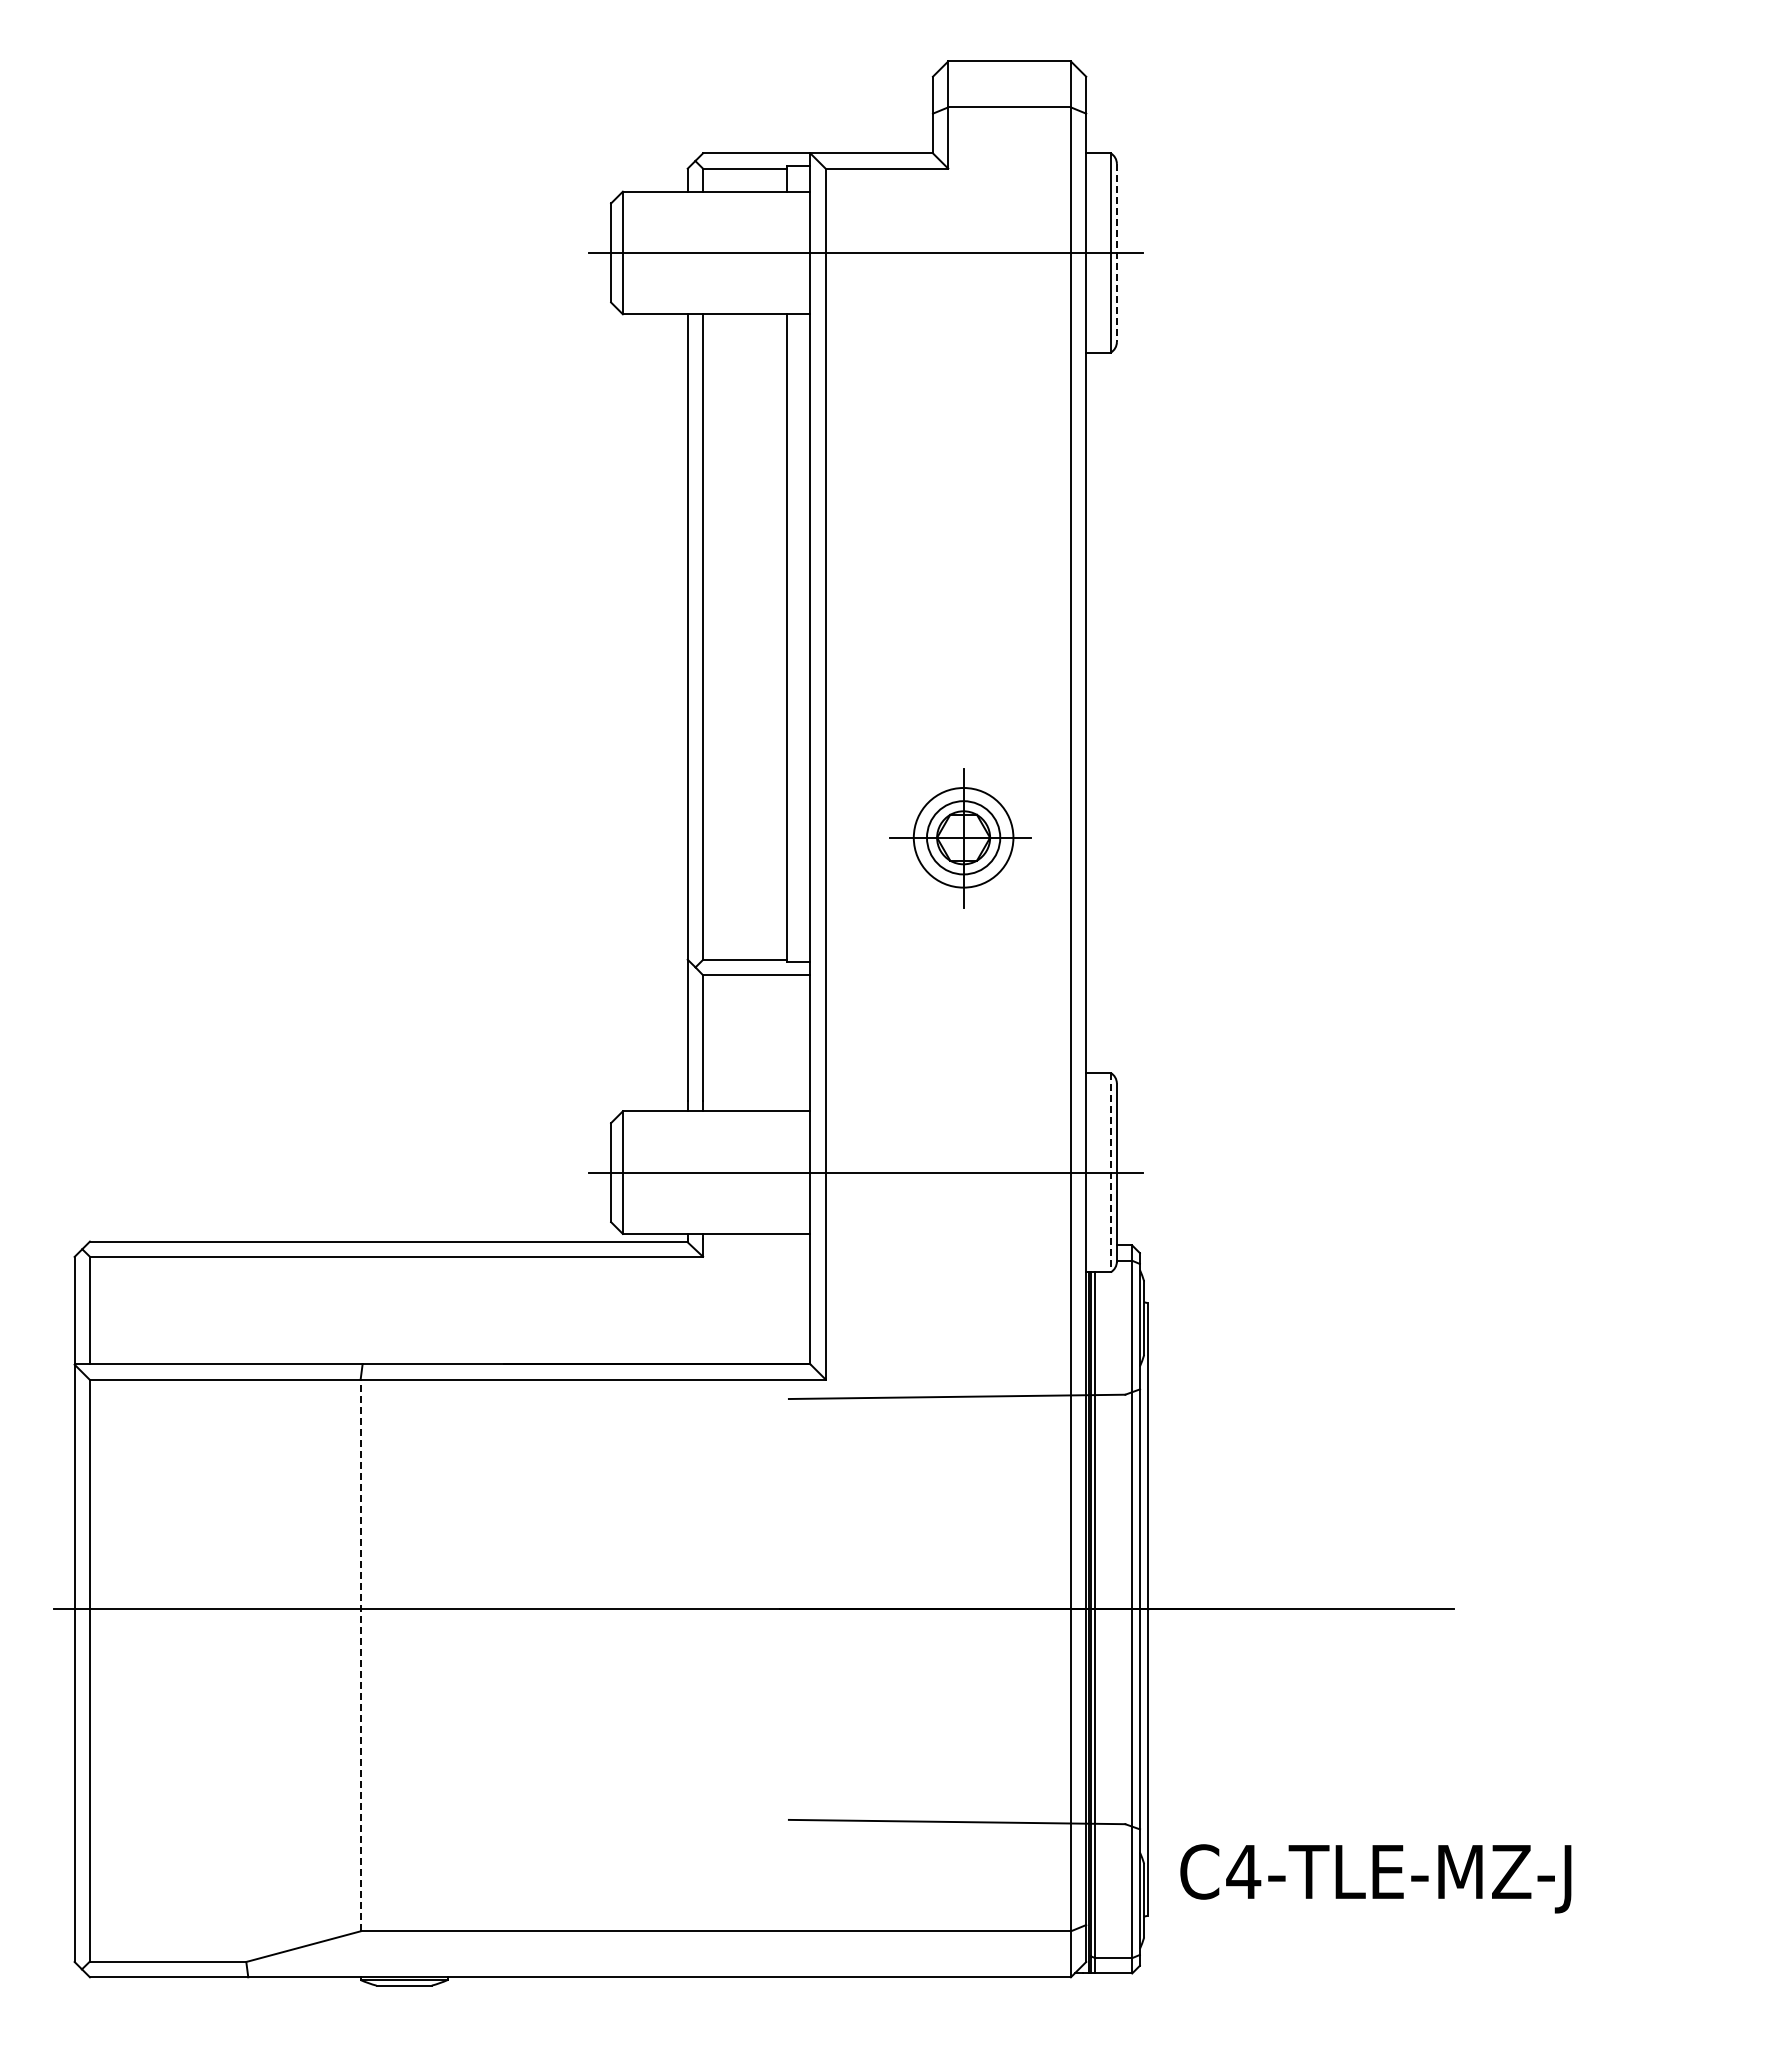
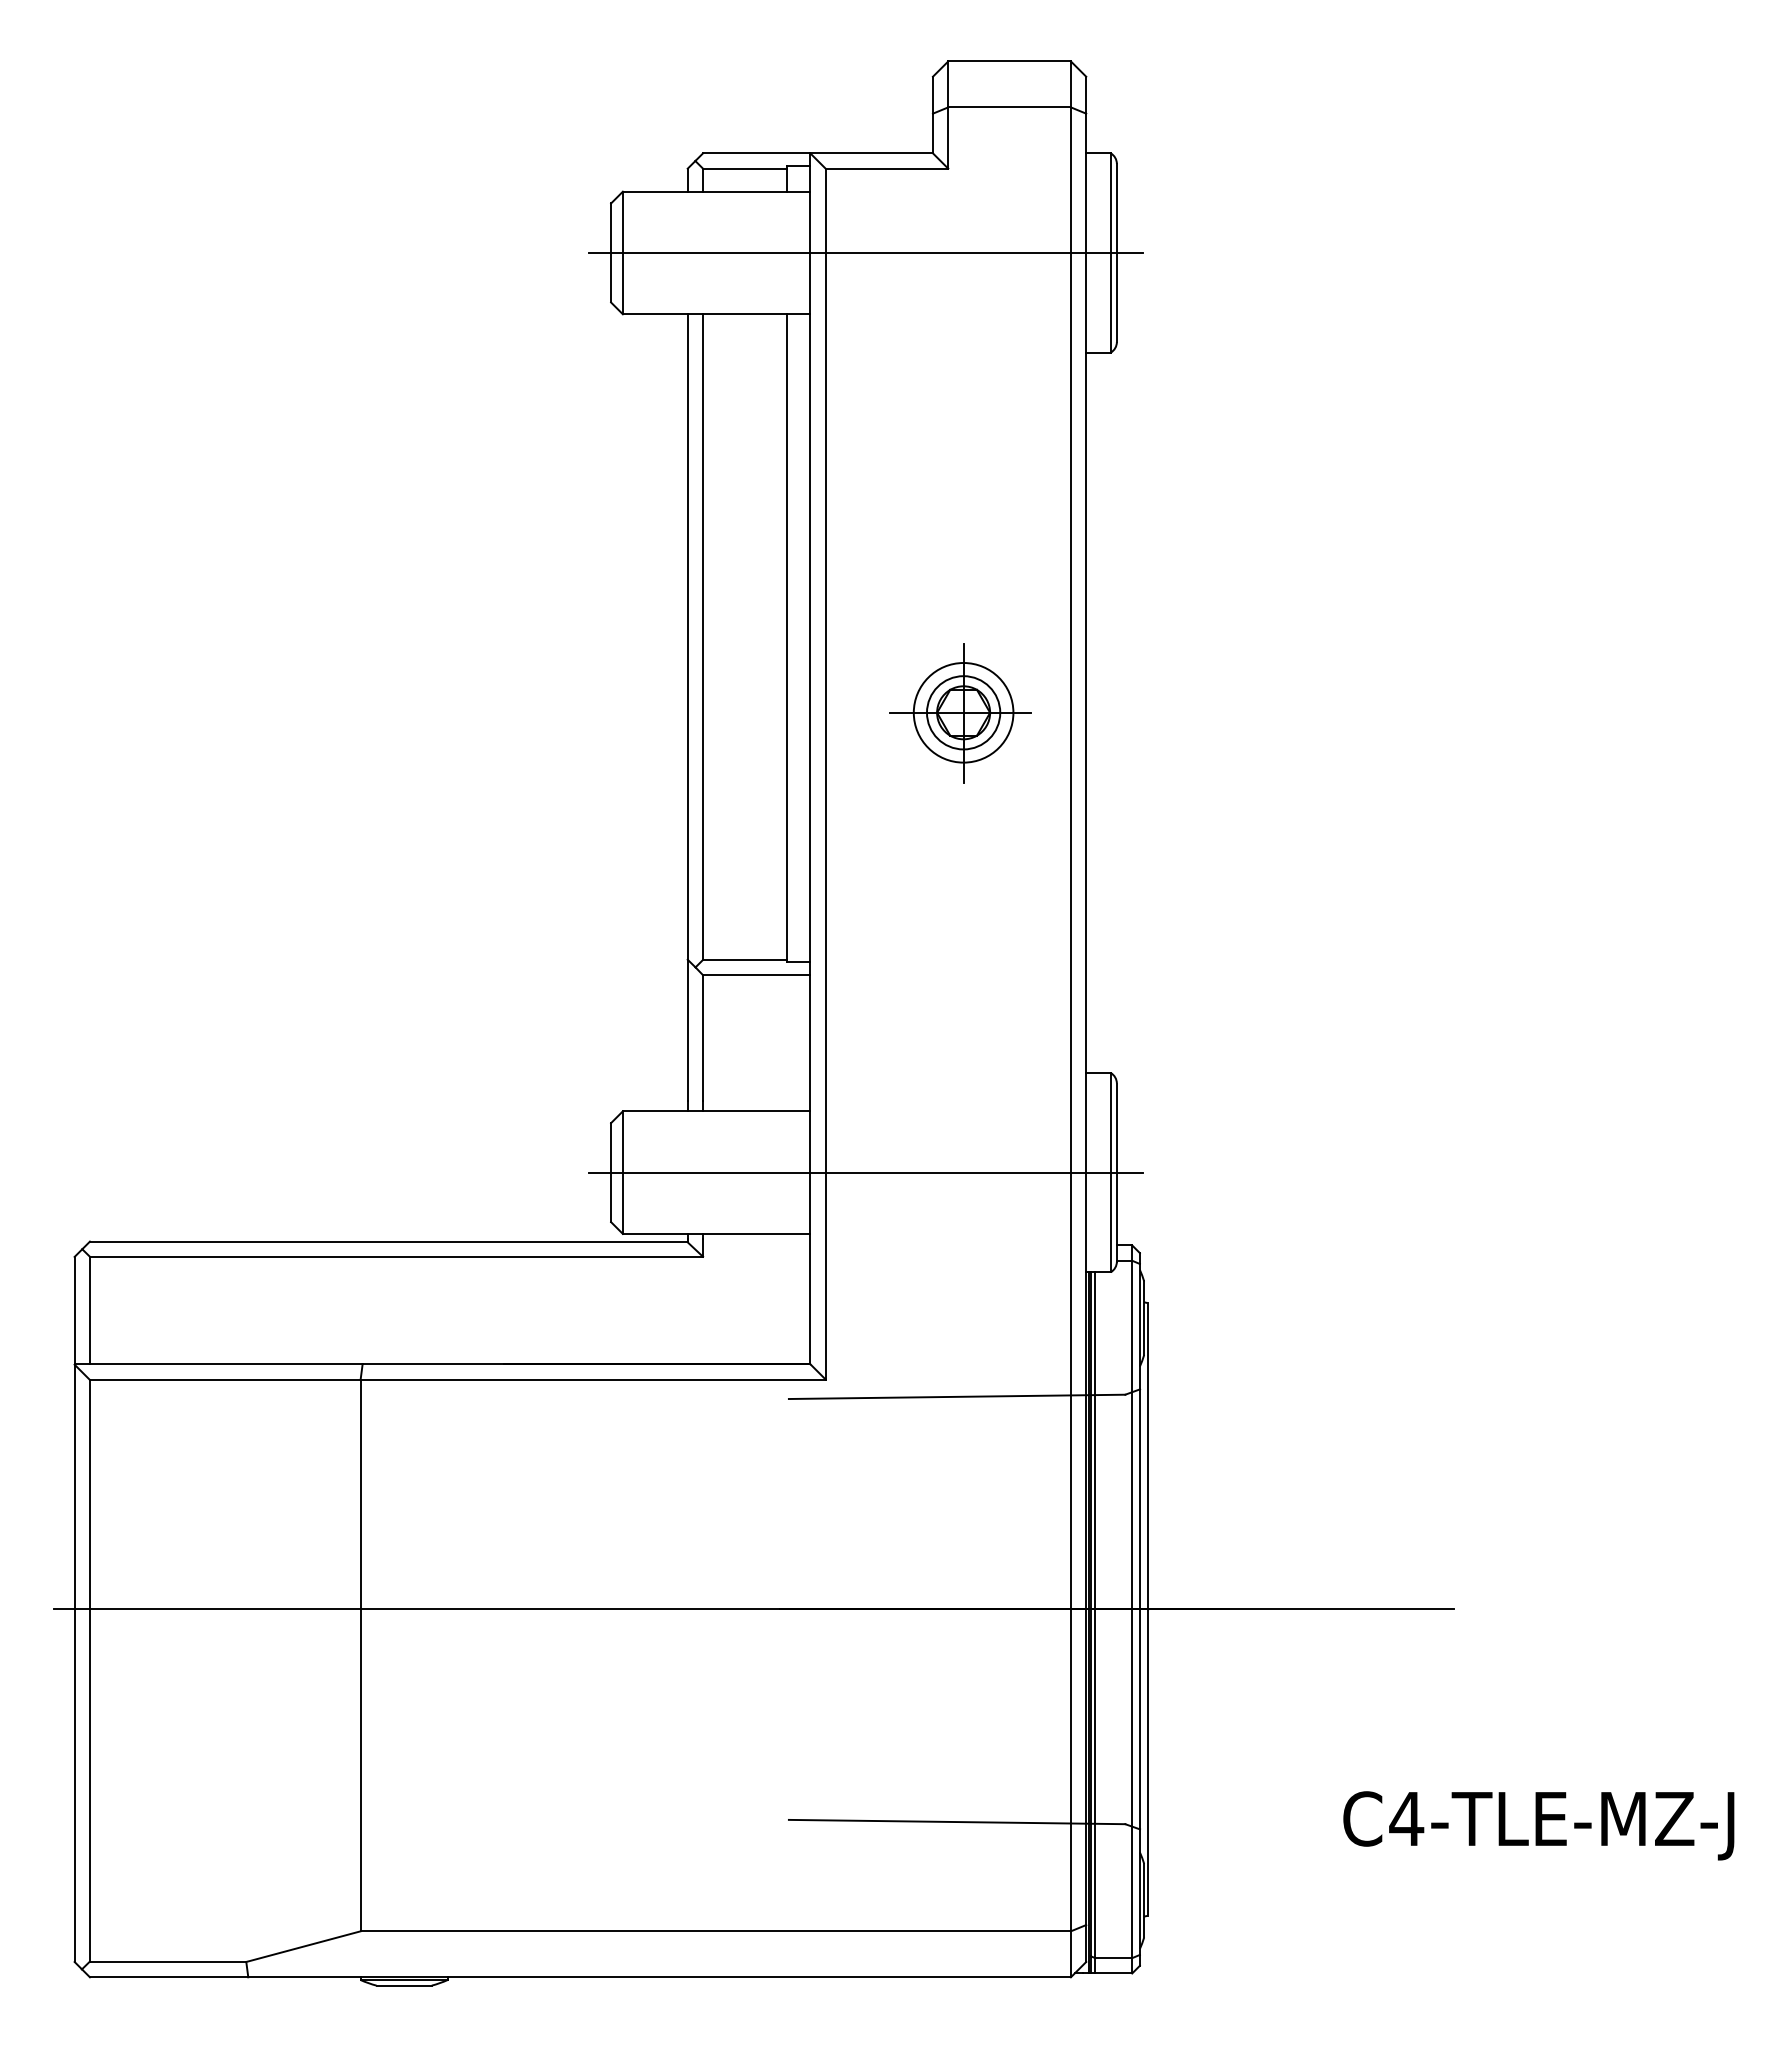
line at (1116, 253): dashed -> solid
part at (960, 838) position: (960, 838) -> (960, 713)
line at (1110, 1172): dashed -> solid
line at (360, 1655): dashed -> solid
text at (1375, 1878) position: (1375, 1878) -> (1538, 1825)
